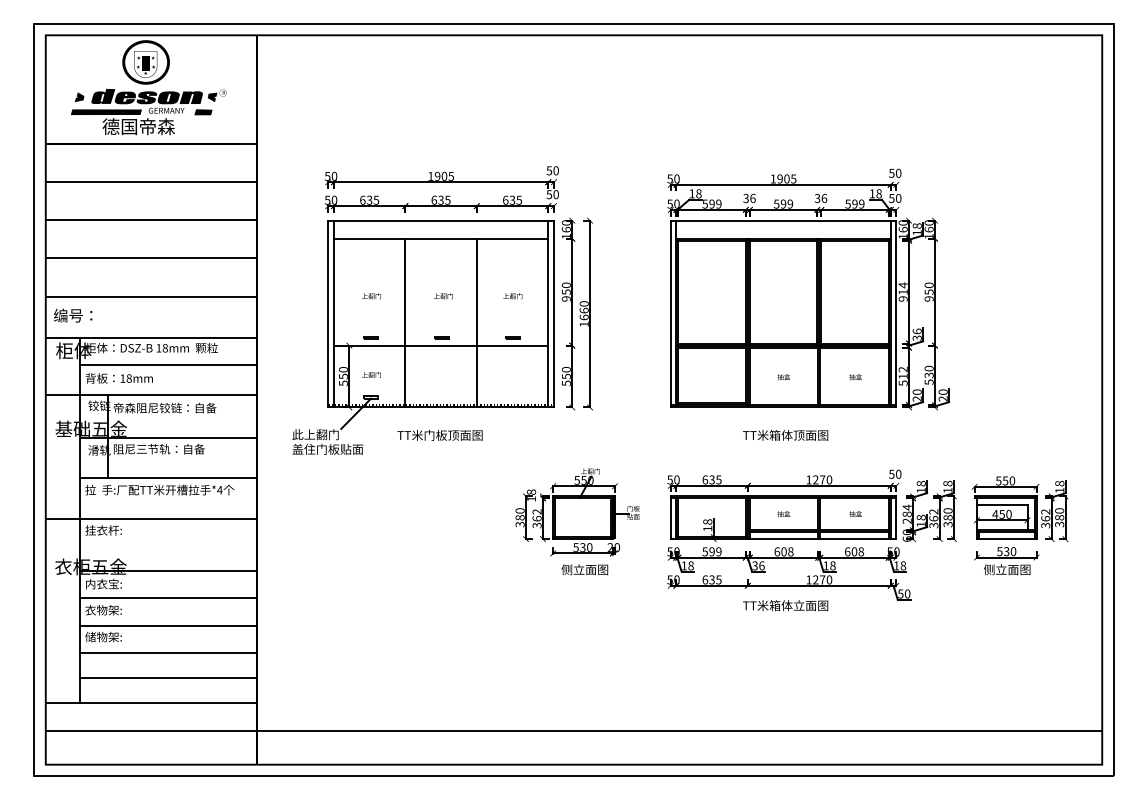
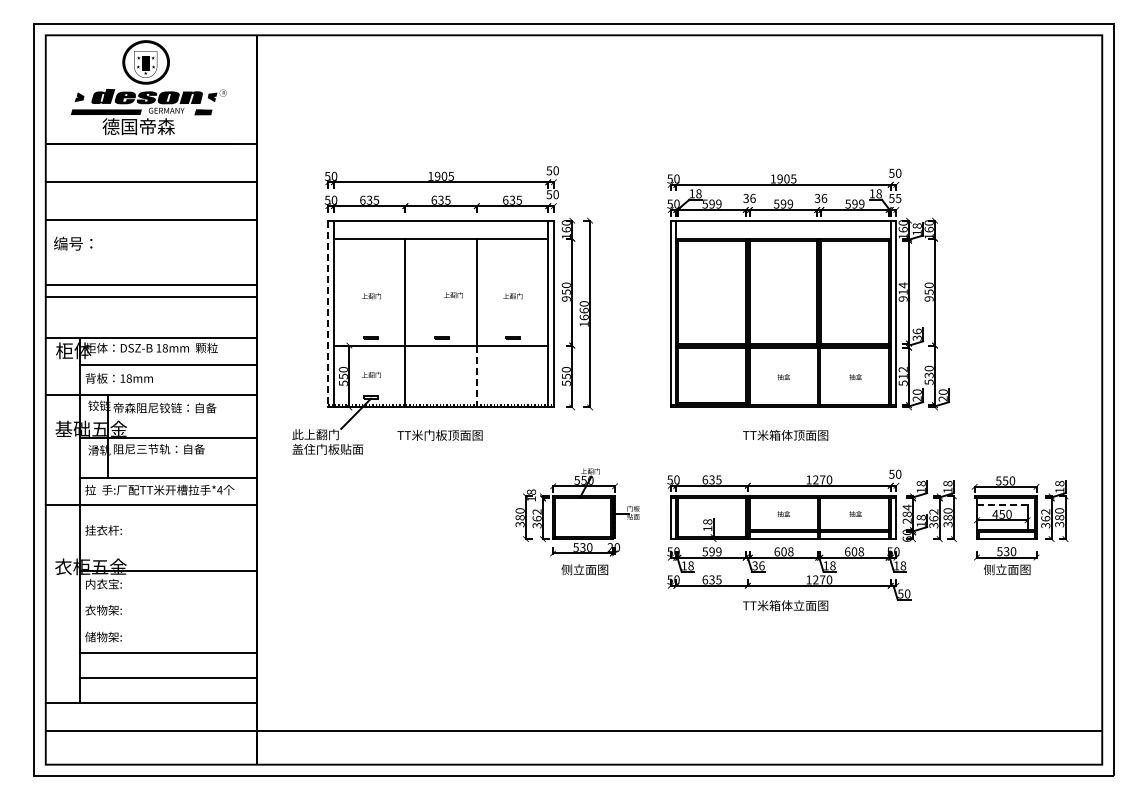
text at (898, 197): 50 -> 55
line at (150, 258) position: (150, 258) -> (150, 285)
text at (443, 296) position: (443, 296) -> (453, 295)
line at (328, 314): solid -> dashed
text at (73, 315) position: (73, 315) -> (73, 243)
line at (476, 376): solid -> dashed
line at (1002, 505): solid -> dashed
line at (150, 518) position: (150, 518) -> (150, 504)
line at (168, 598): present -> none
line at (168, 625): present -> none
